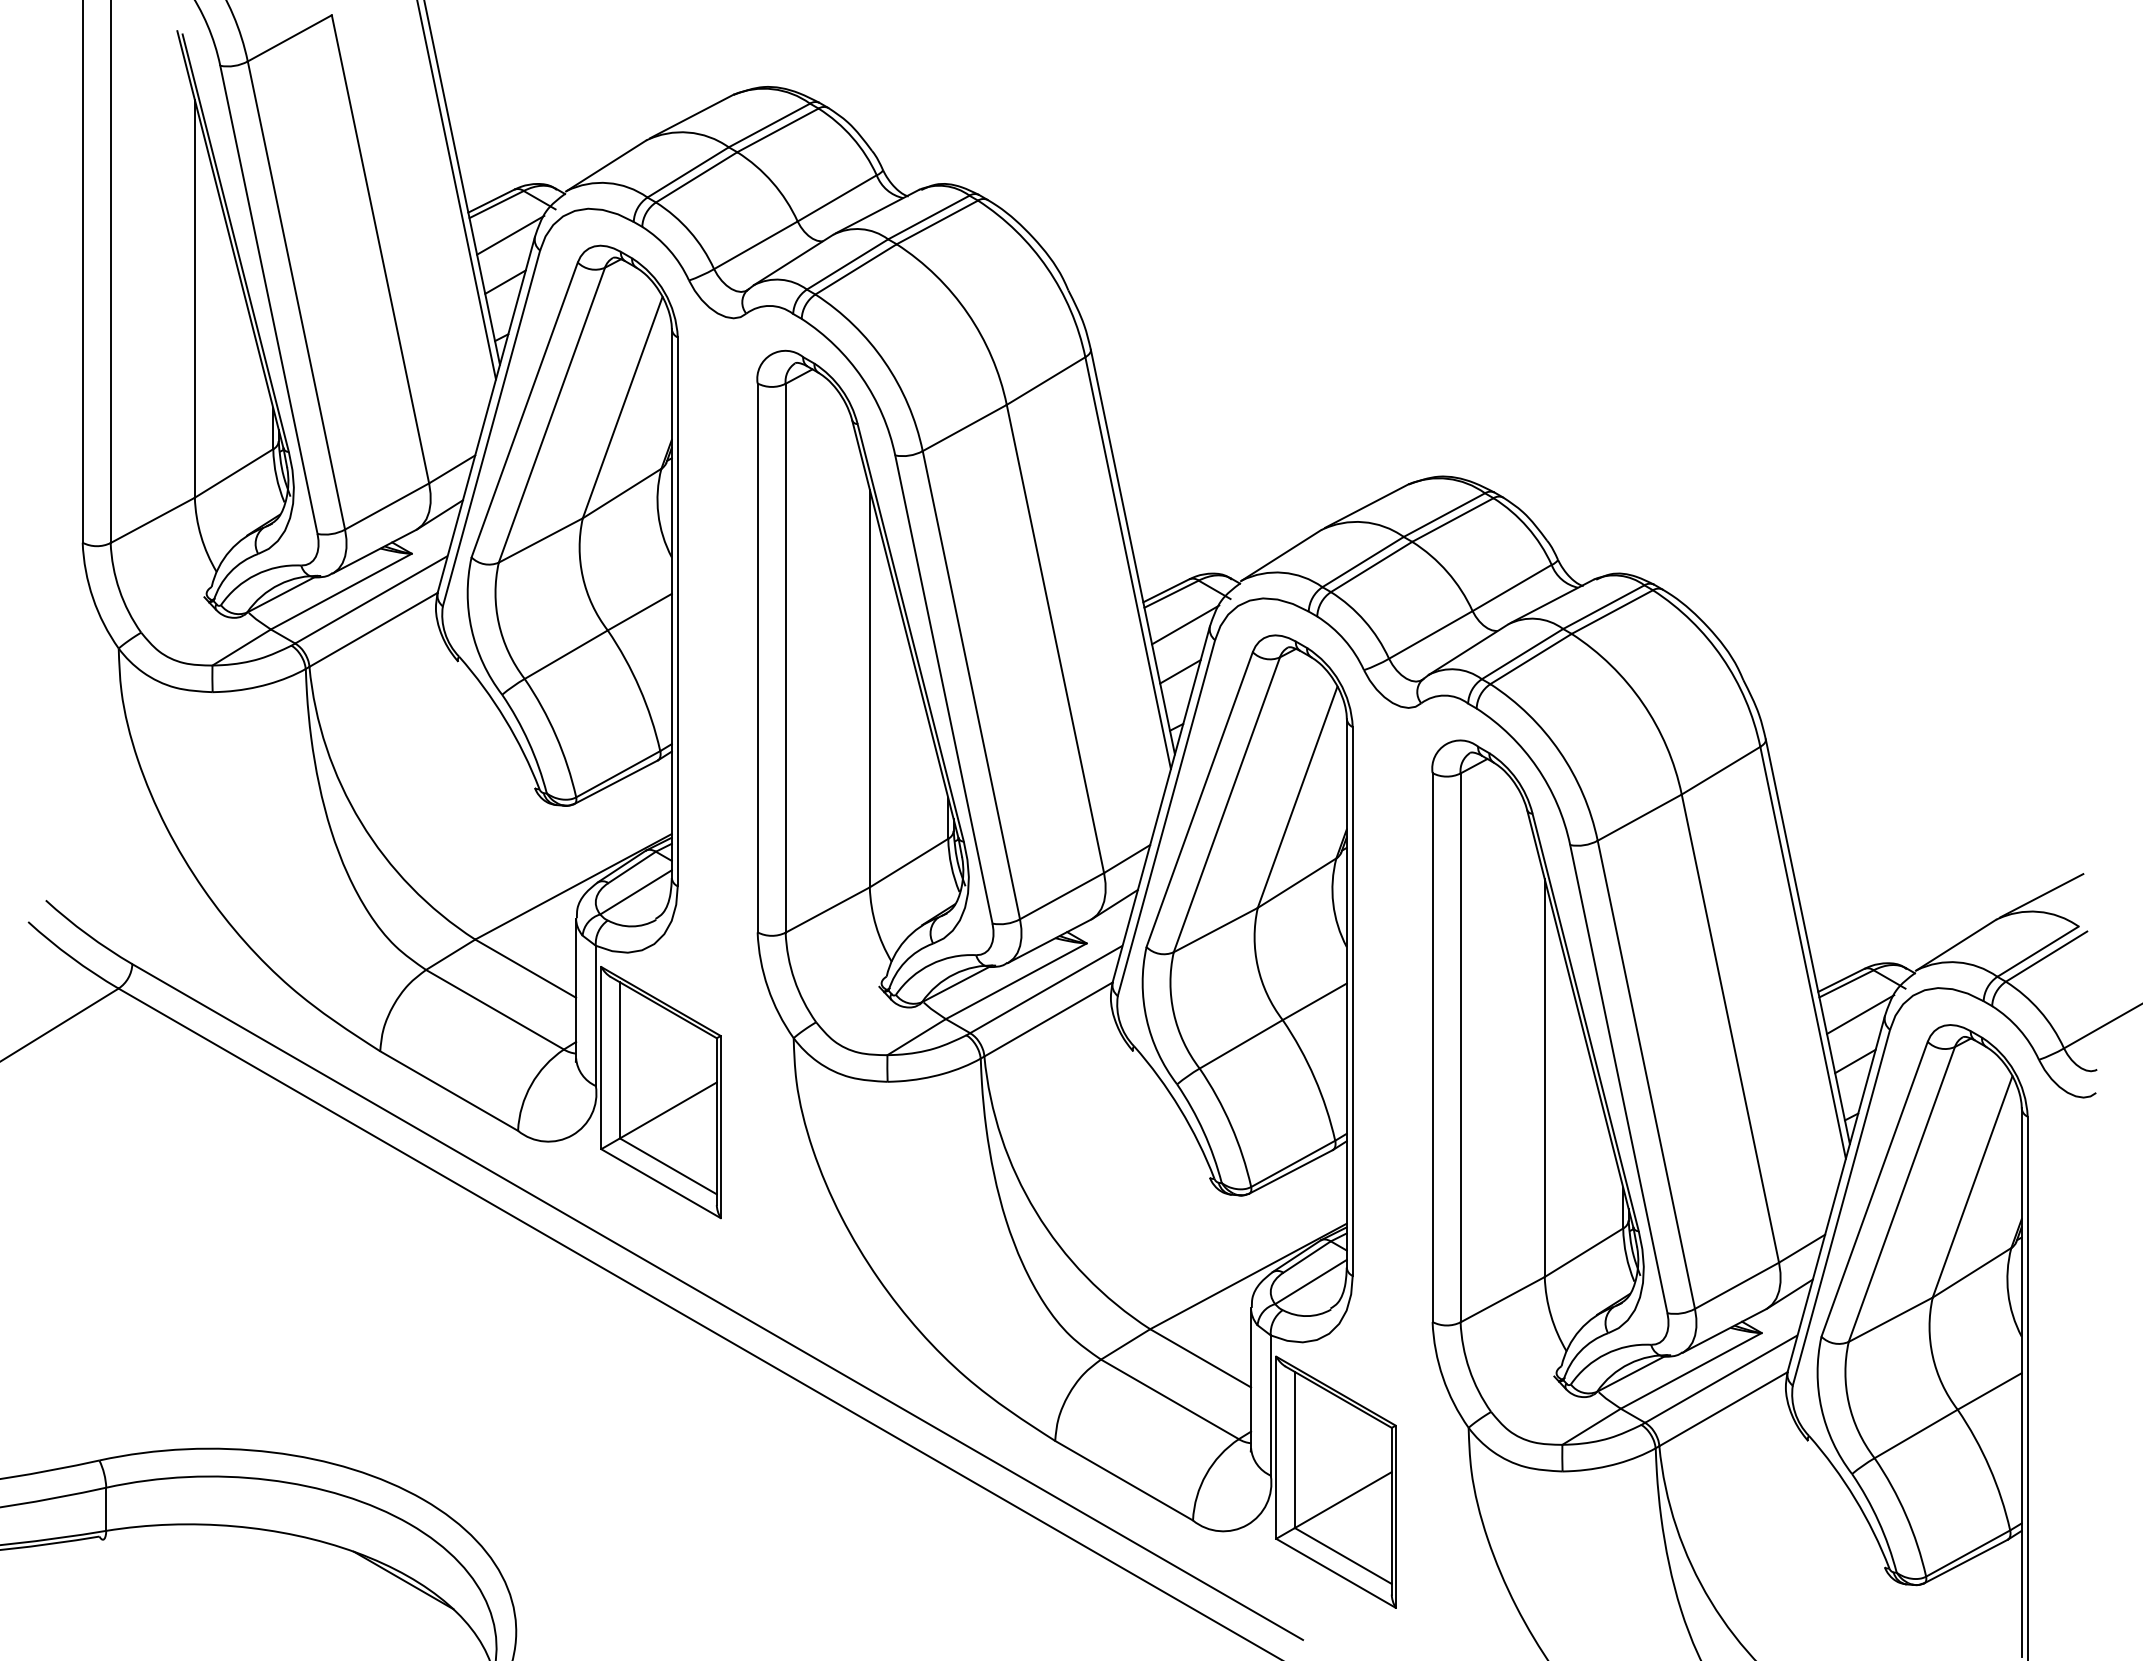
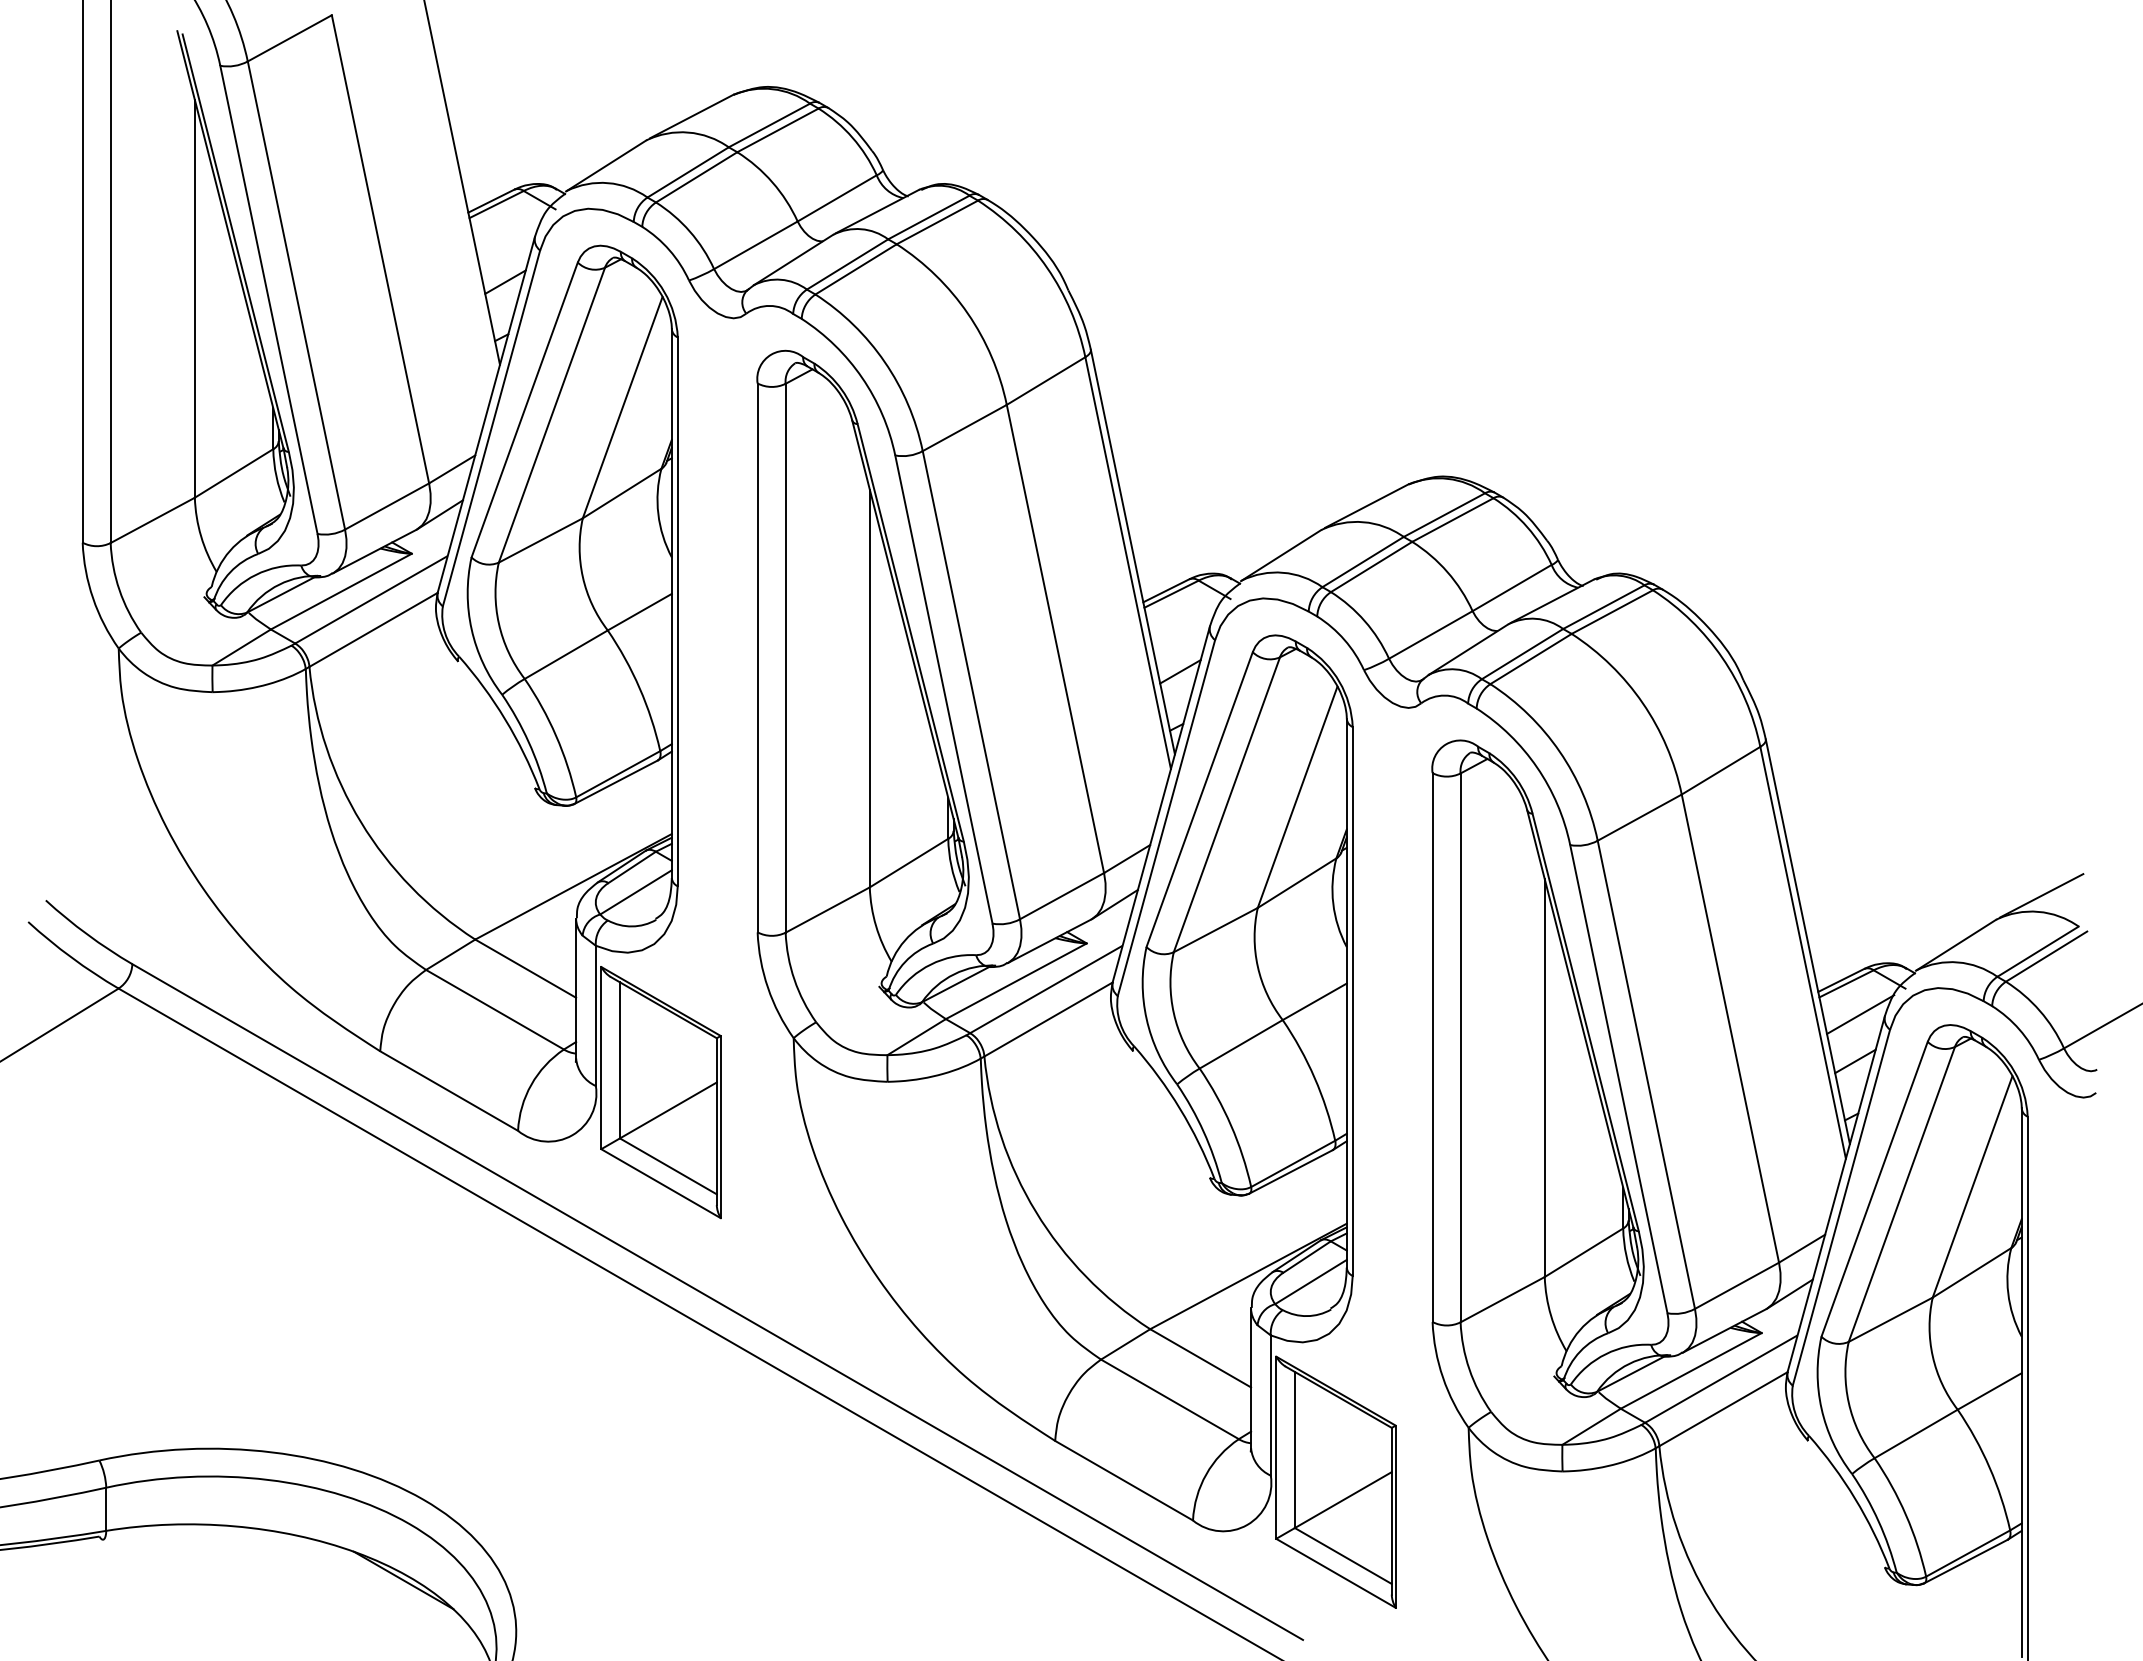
line at (456, 190): present -> none
line at (510, 234): present -> none
line at (1185, 624): present -> none
